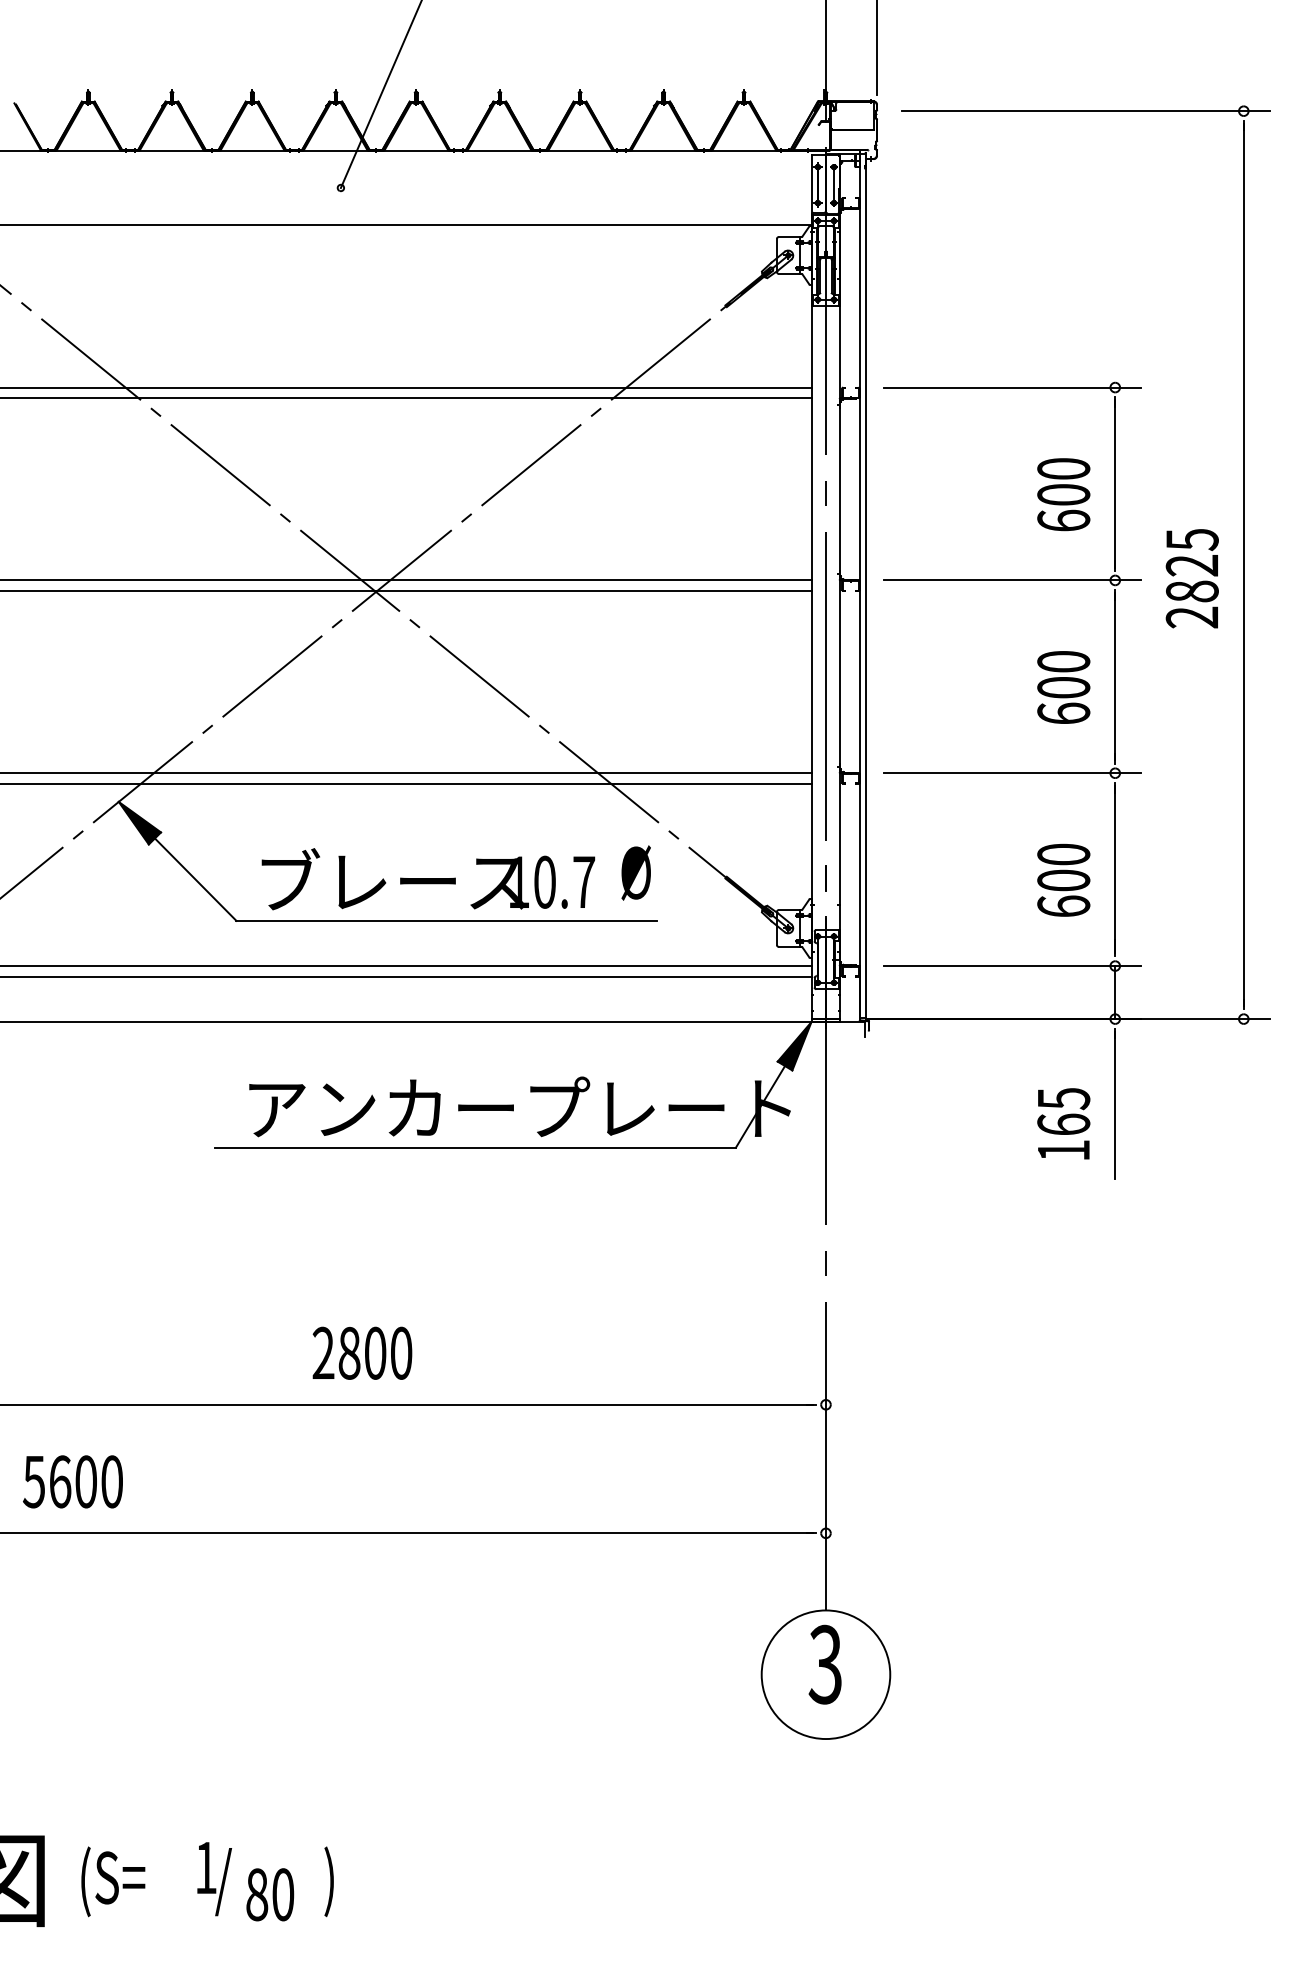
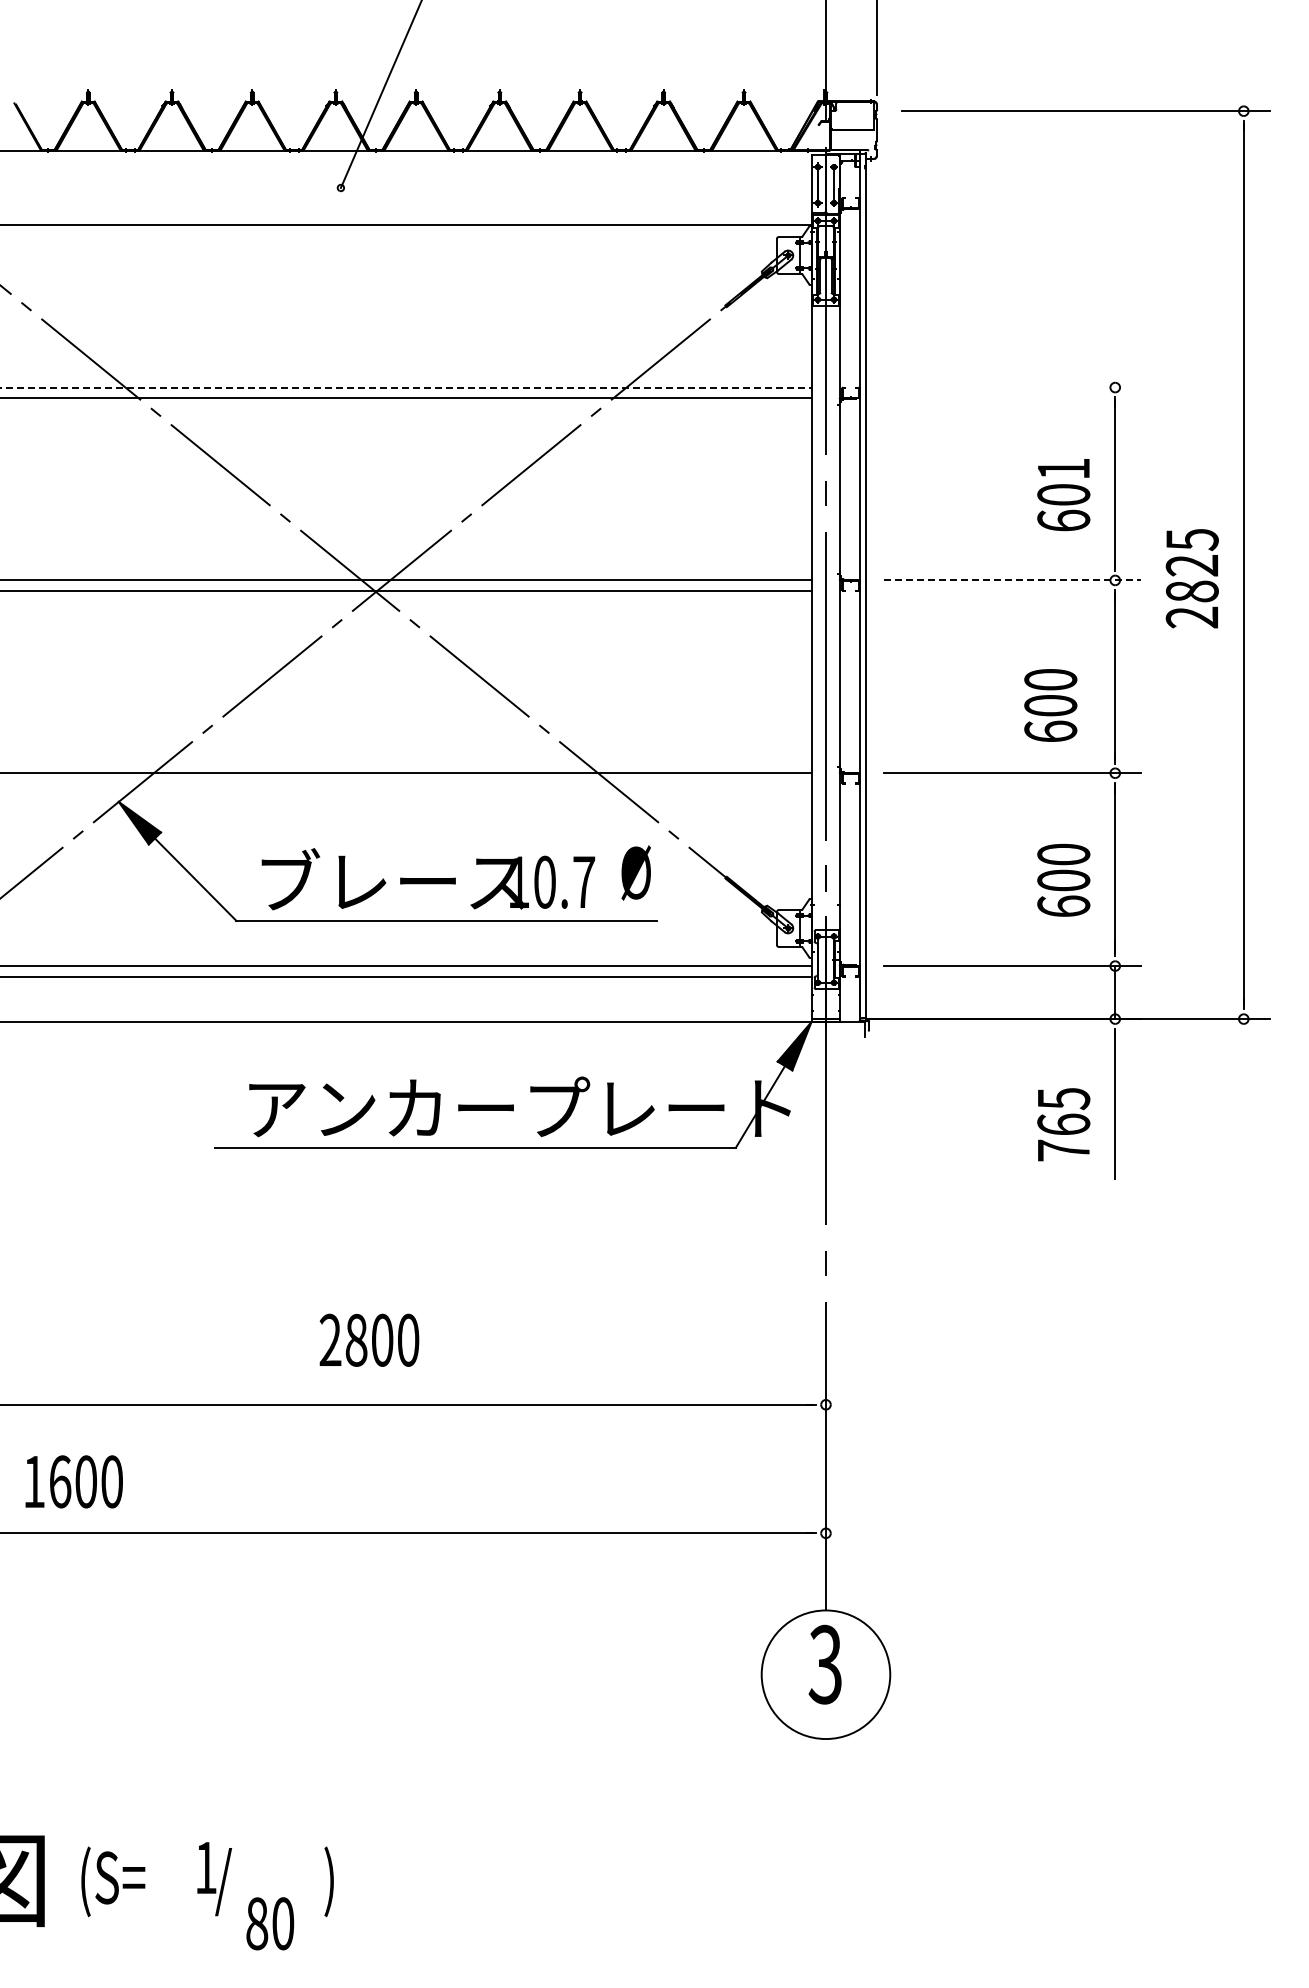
line at (406, 387): solid -> dashed
line at (1012, 387): present -> none
text at (1063, 468): 600 -> 601
line at (1013, 580): solid -> dashed
text at (1063, 687) position: (1063, 687) -> (1050, 705)
line at (407, 783): present -> none
text at (1063, 1150): 165 -> 765
text at (362, 1352) position: (362, 1352) -> (369, 1339)
text at (33, 1482): 5600 -> 1600
text at (270, 1894) position: (270, 1894) -> (270, 1923)
